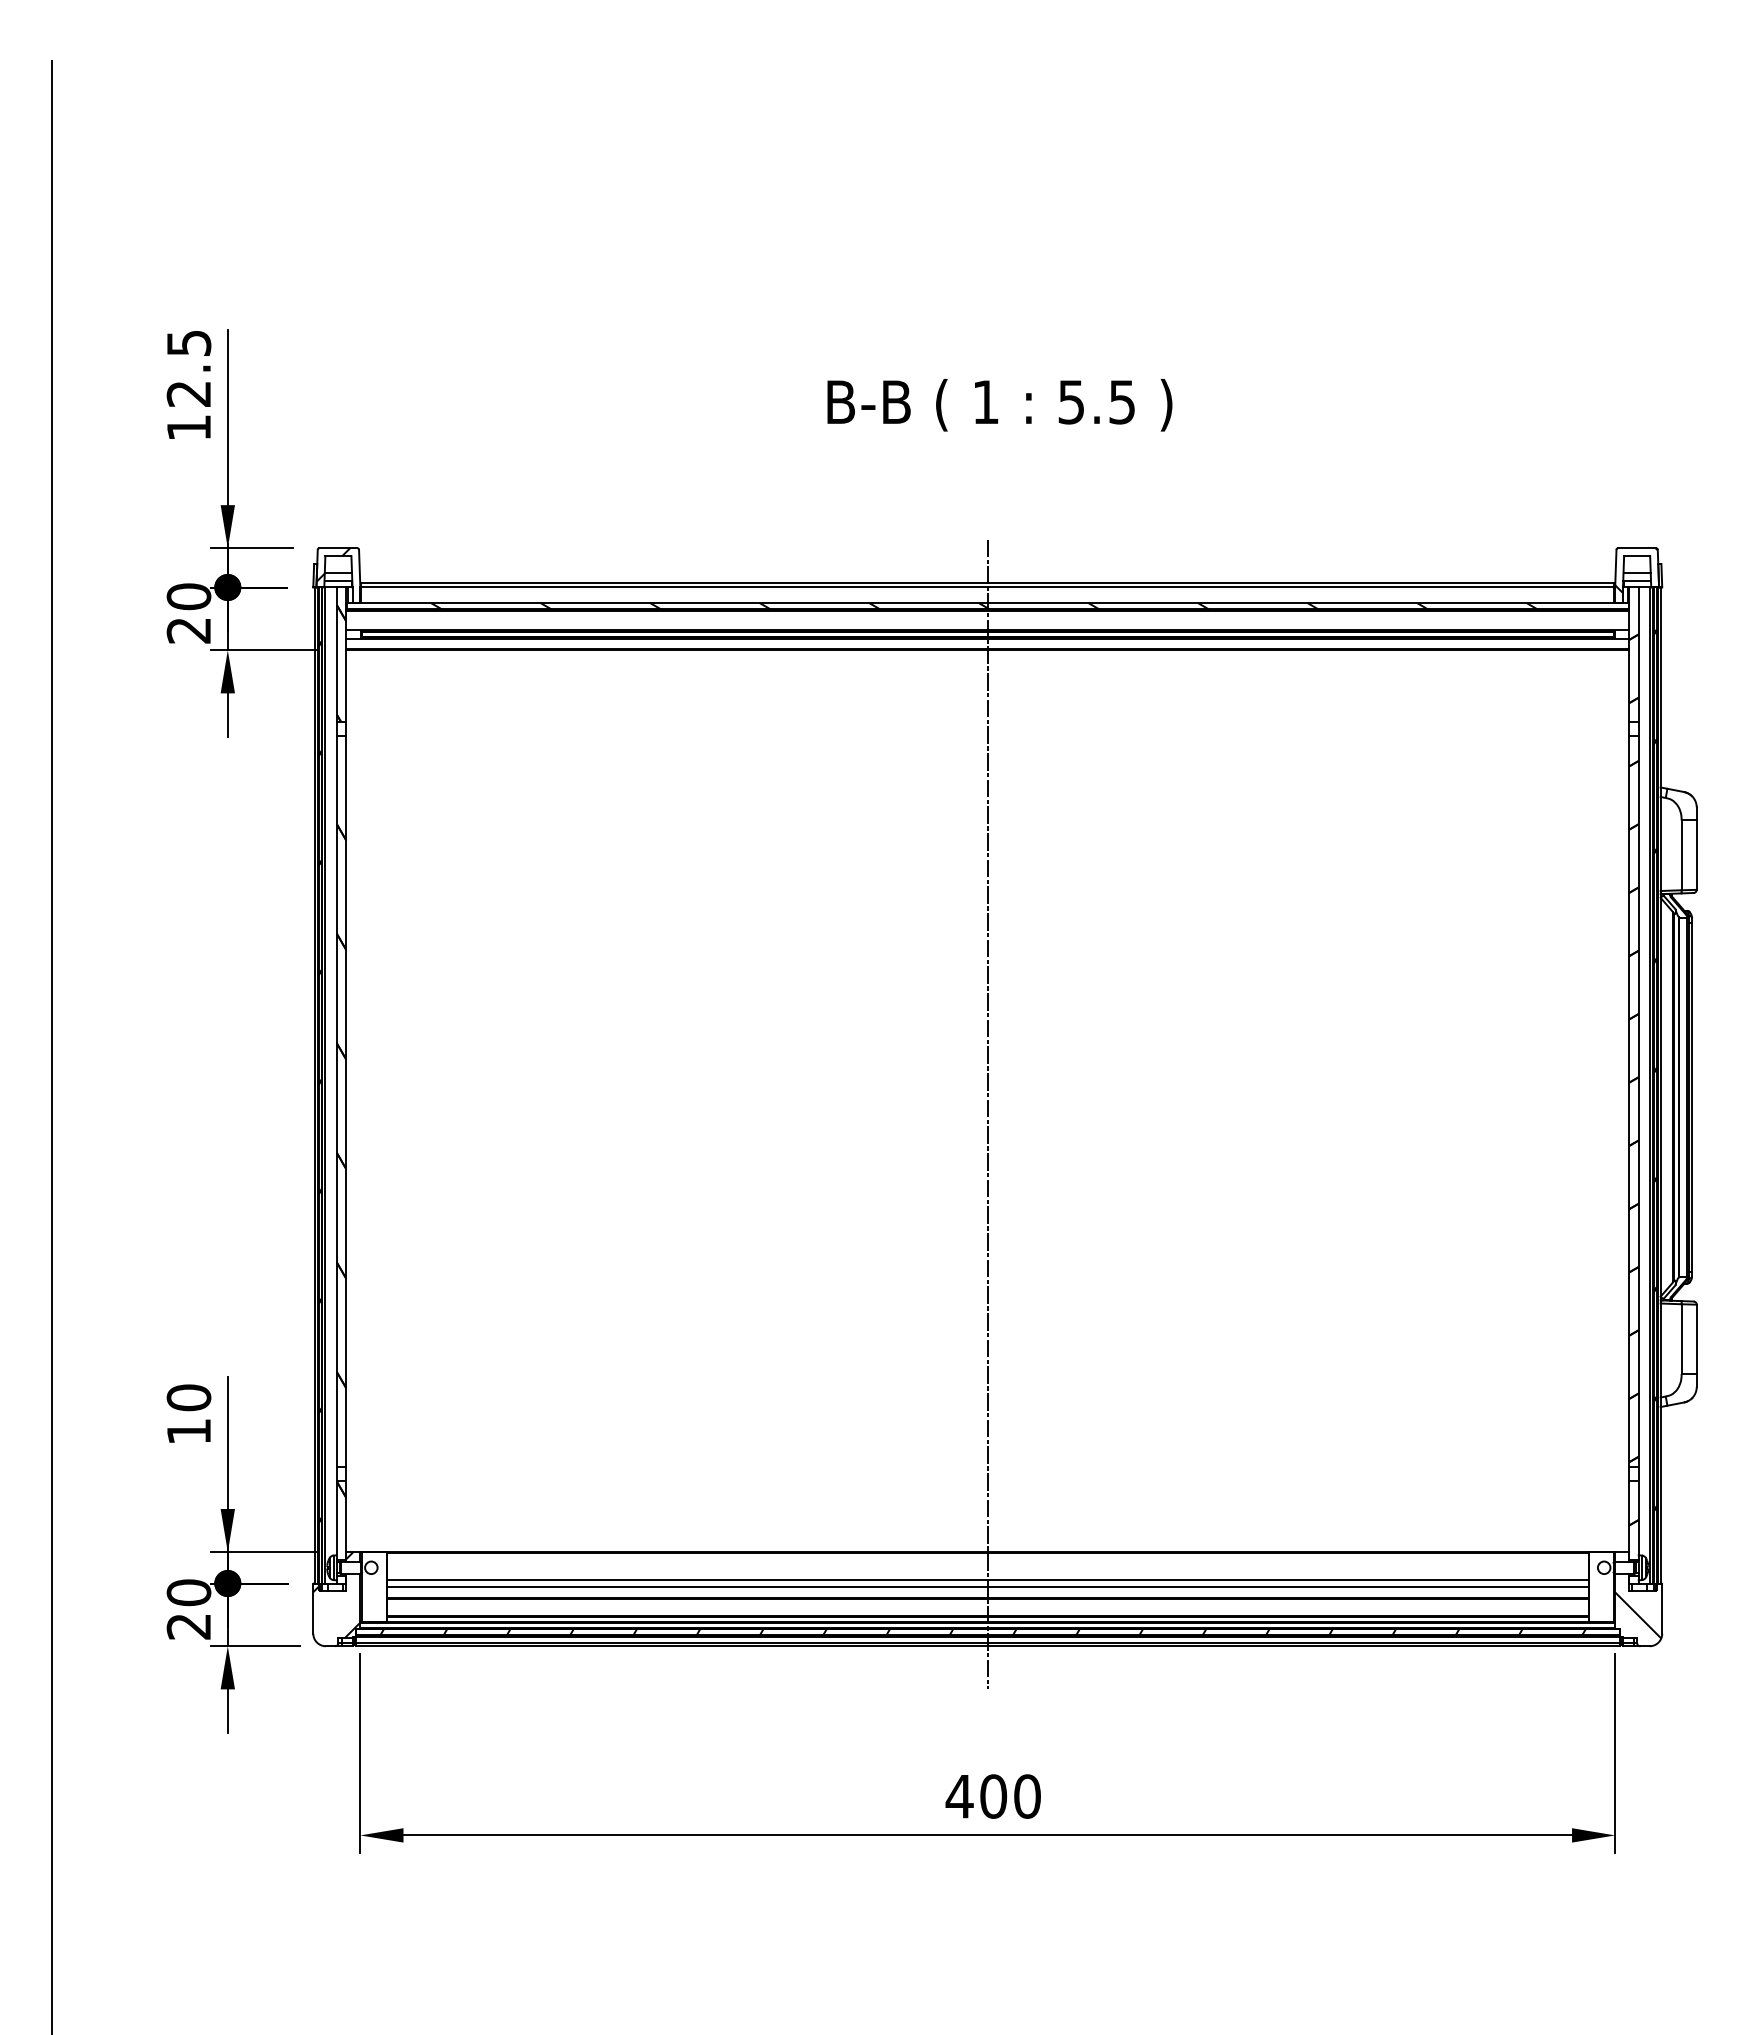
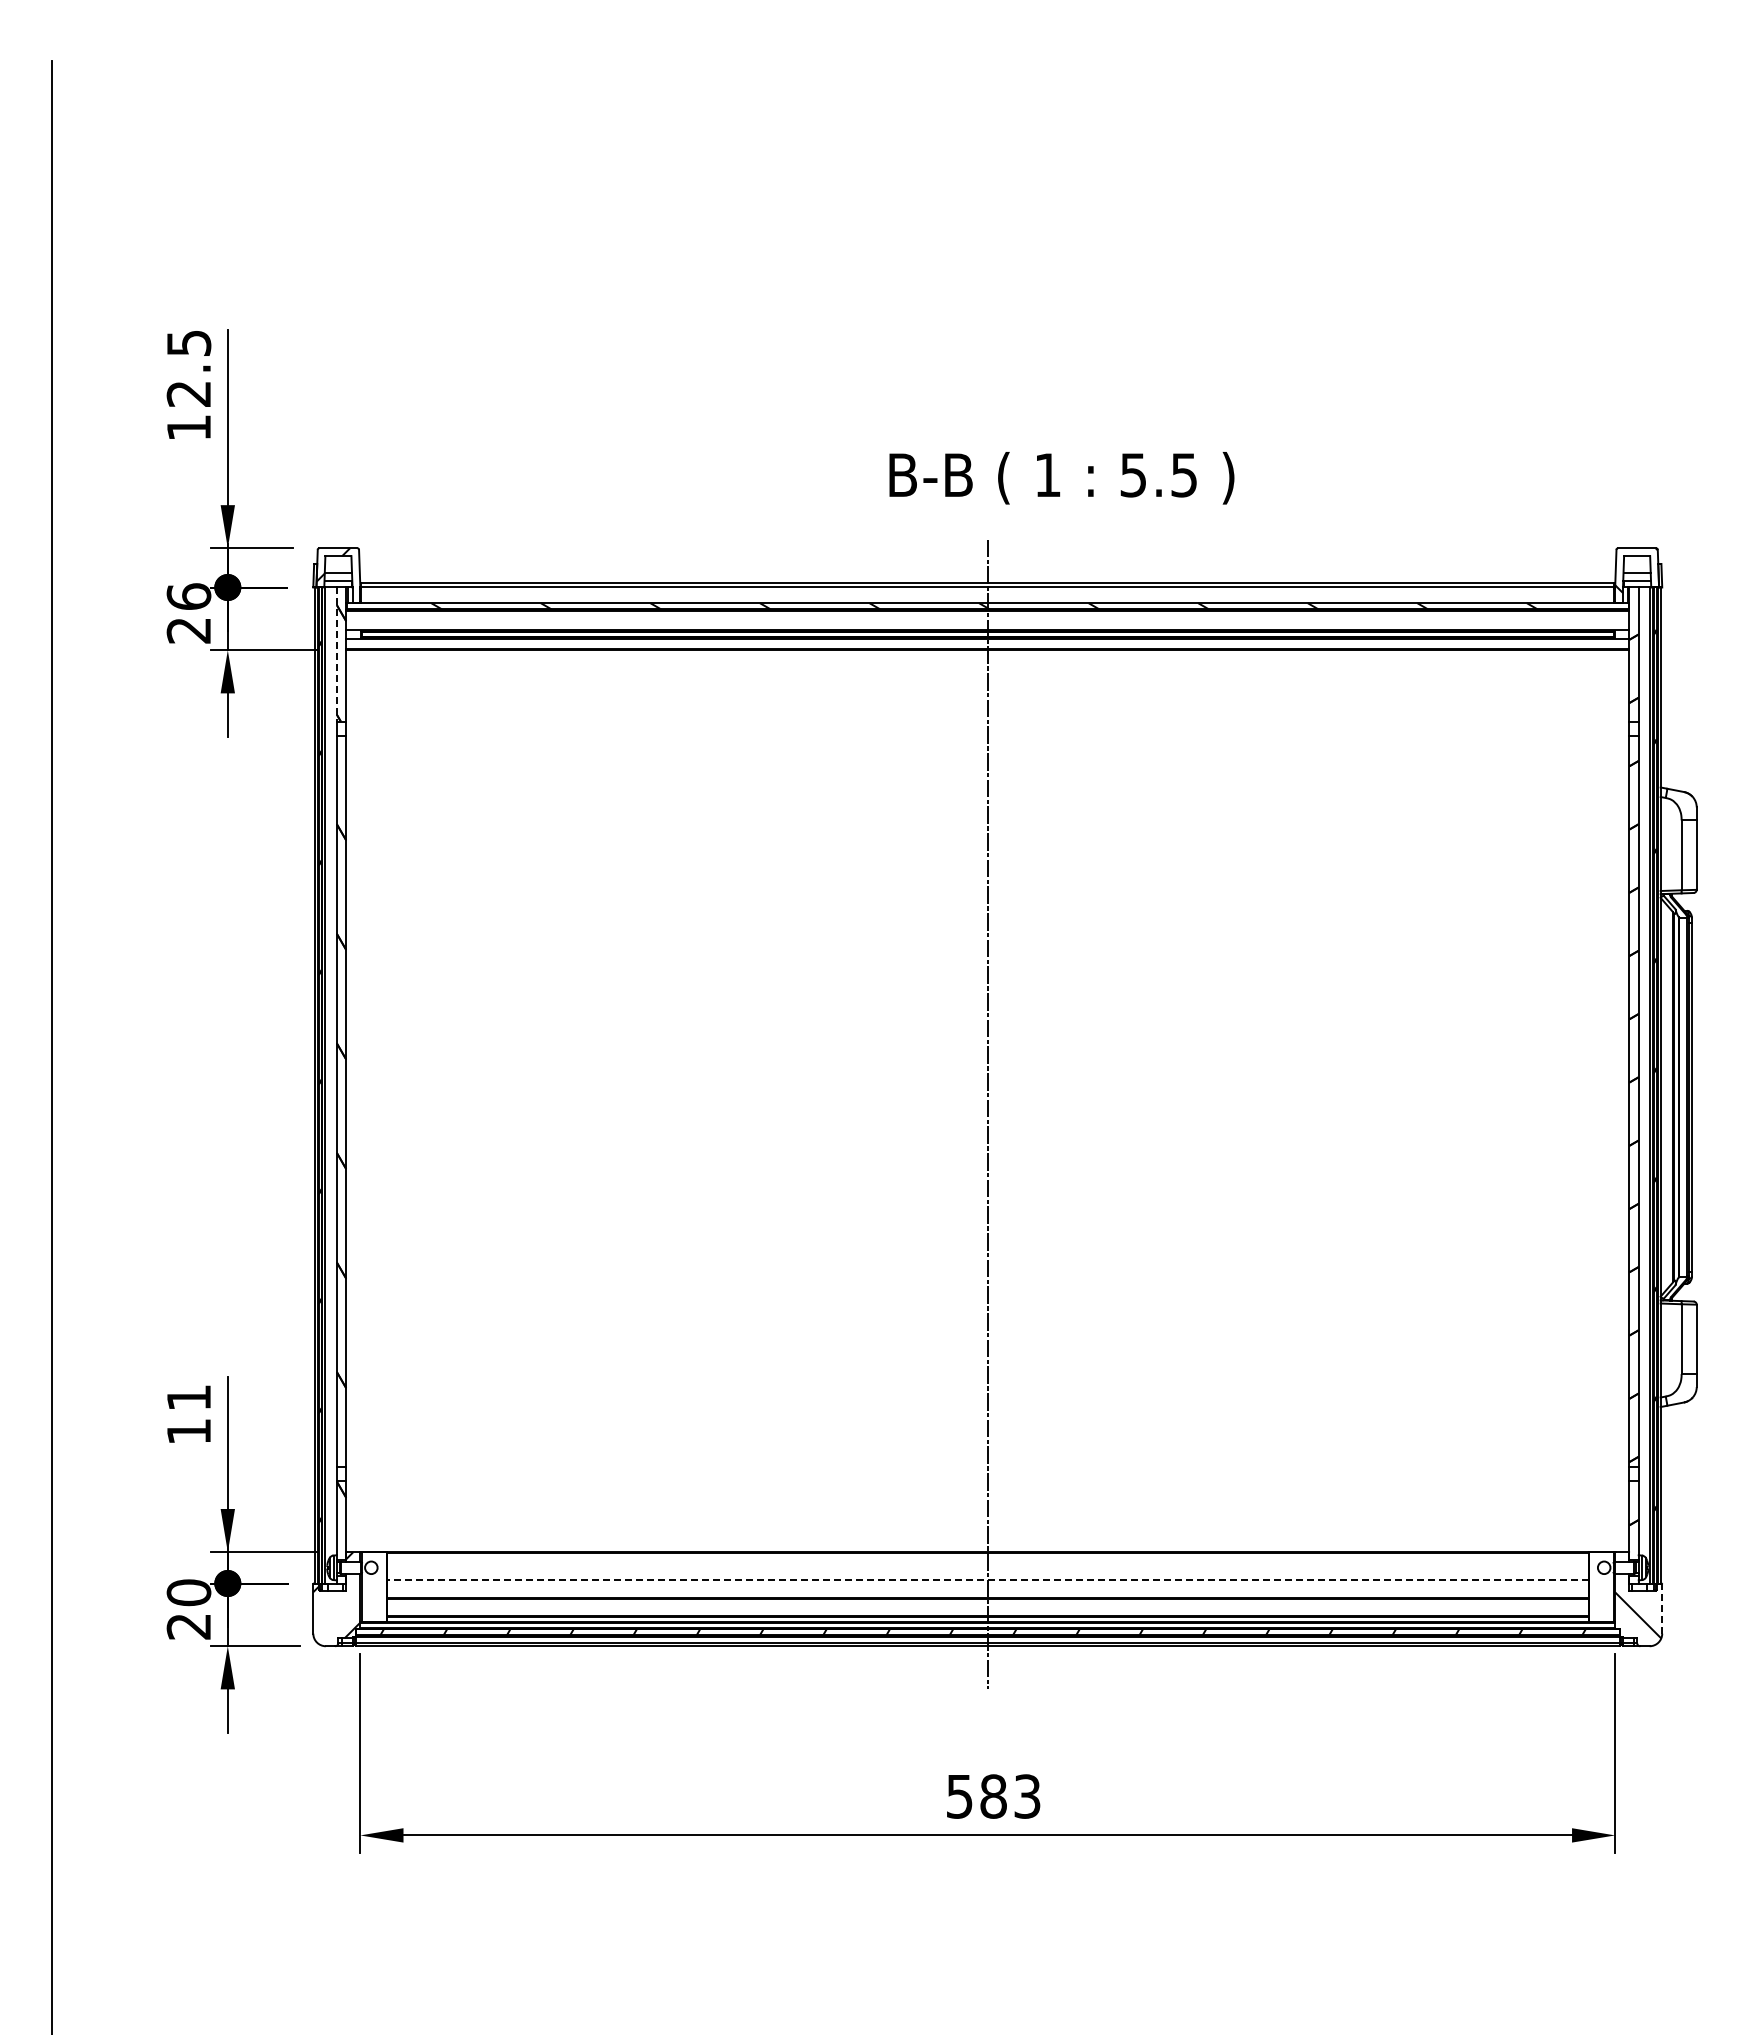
text at (999, 405) position: (999, 405) -> (1061, 478)
text at (188, 596): 20 -> 26
line at (336, 655): solid -> dashed
text at (188, 1397): 10 -> 11
line at (987, 1580): solid -> dashed
line at (987, 1586): present -> none
line at (1662, 1608): solid -> dashed
text at (992, 1796): 400 -> 583
